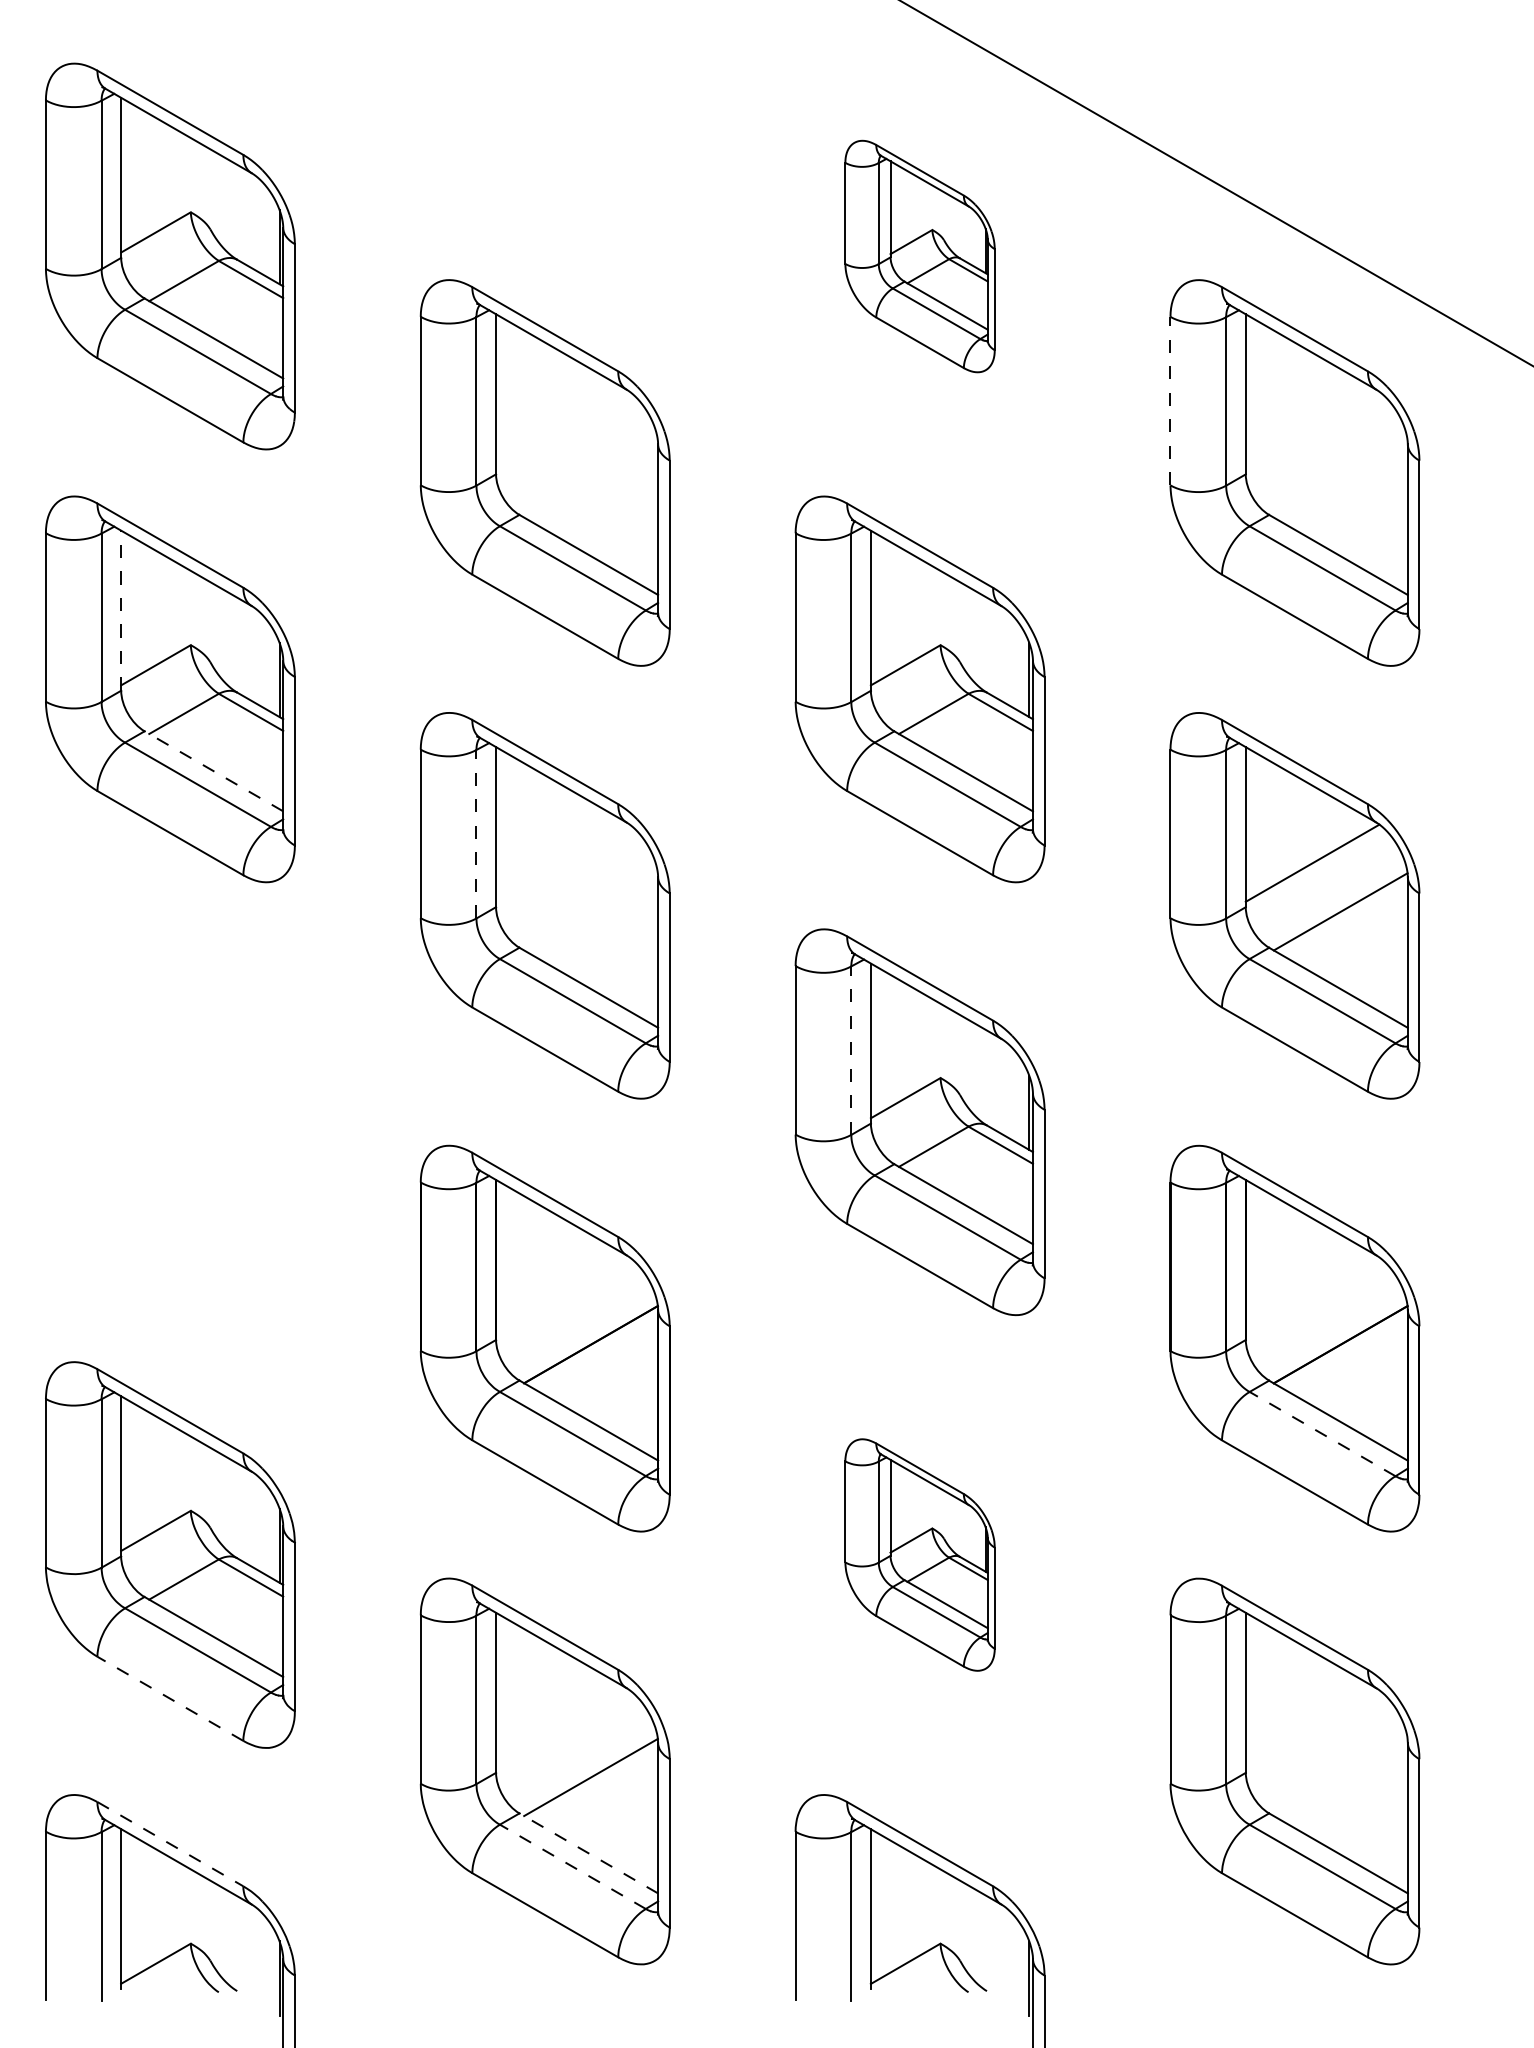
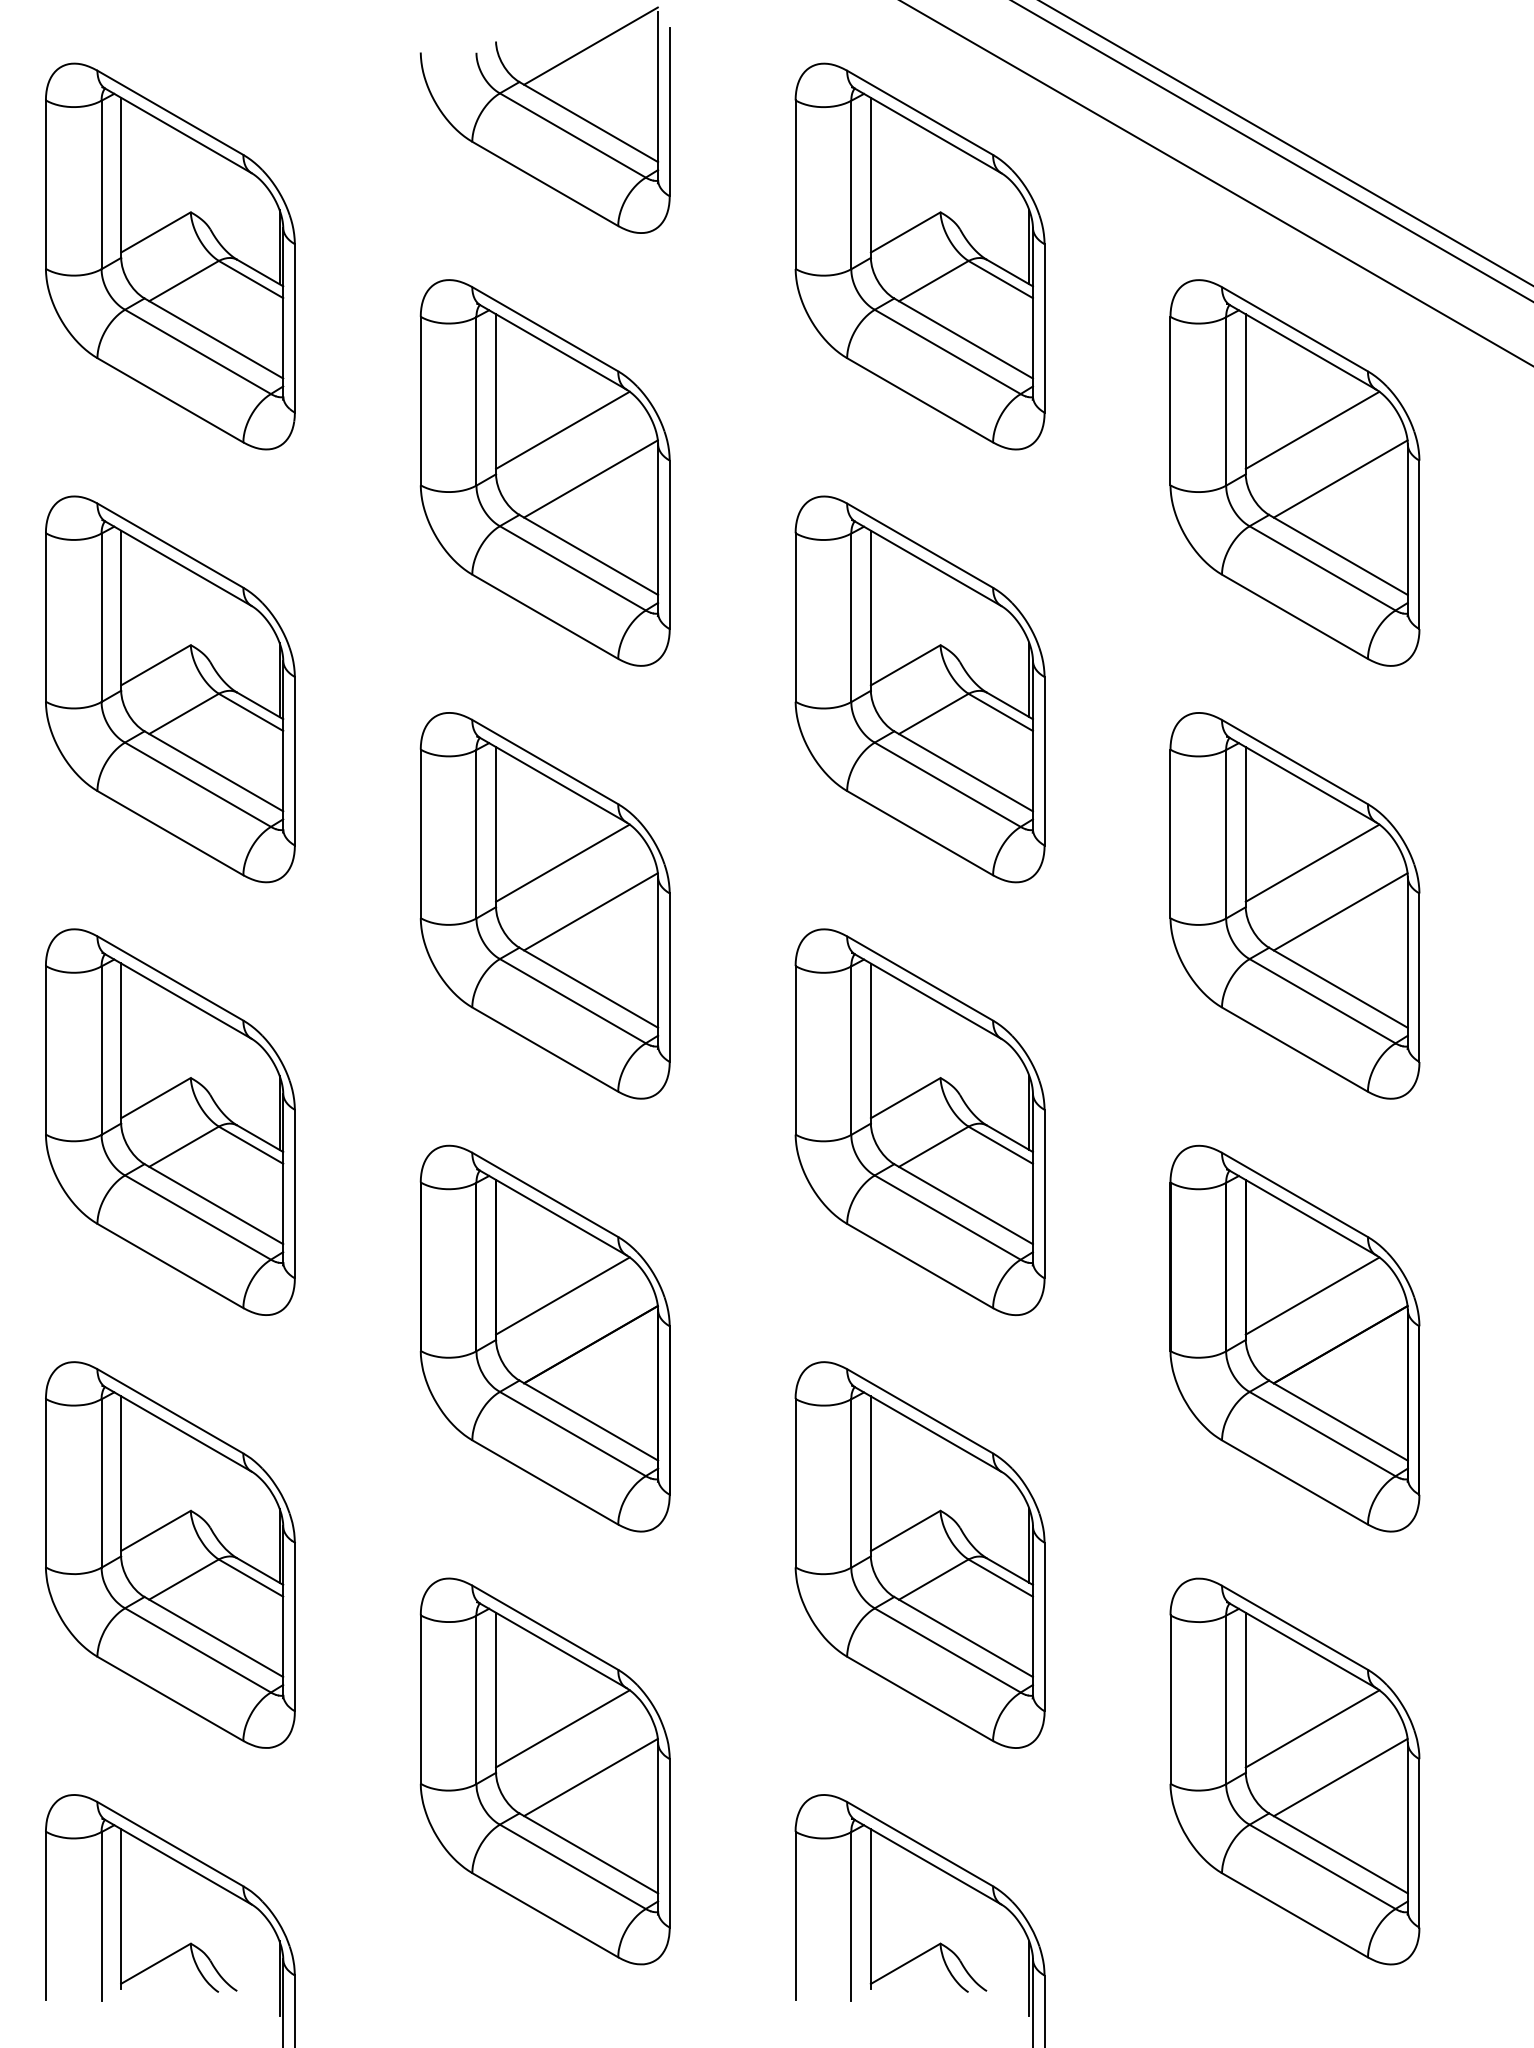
part at (544, 119): none -> present
line at (1285, 143): none -> present
line at (1271, 151): none -> present
part at (919, 256) size: 152x235 px -> 252x389 px
line at (1170, 400): dashed -> solid
line at (562, 429): none -> present
line at (1312, 430): none -> present
line at (590, 478): none -> present
line at (1340, 478): none -> present
line at (121, 610): dashed -> solid
line at (213, 771): dashed -> solid
line at (476, 833): dashed -> solid
line at (562, 862): none -> present
line at (590, 911): none -> present
line at (851, 1050): dashed -> solid
part at (170, 1121): none -> present
line at (562, 1295): none -> present
line at (1312, 1295): none -> present
line at (1322, 1433): dashed -> solid
part at (919, 1554) size: 152x234 px -> 252x388 px
line at (169, 1698): dashed -> solid
line at (562, 1728): none -> present
line at (1312, 1728): none -> present
line at (1340, 1777): none -> present
line at (170, 1844): dashed -> solid
line at (588, 1853): dashed -> solid
line at (572, 1866): dashed -> solid
